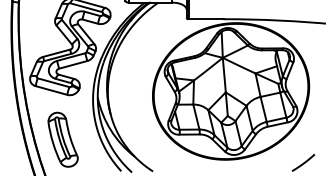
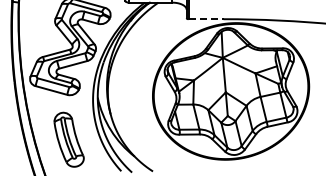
line at (206, 19): solid -> dashed
part at (62, 139) position: (62, 139) -> (68, 139)
line at (303, 162): present -> none
